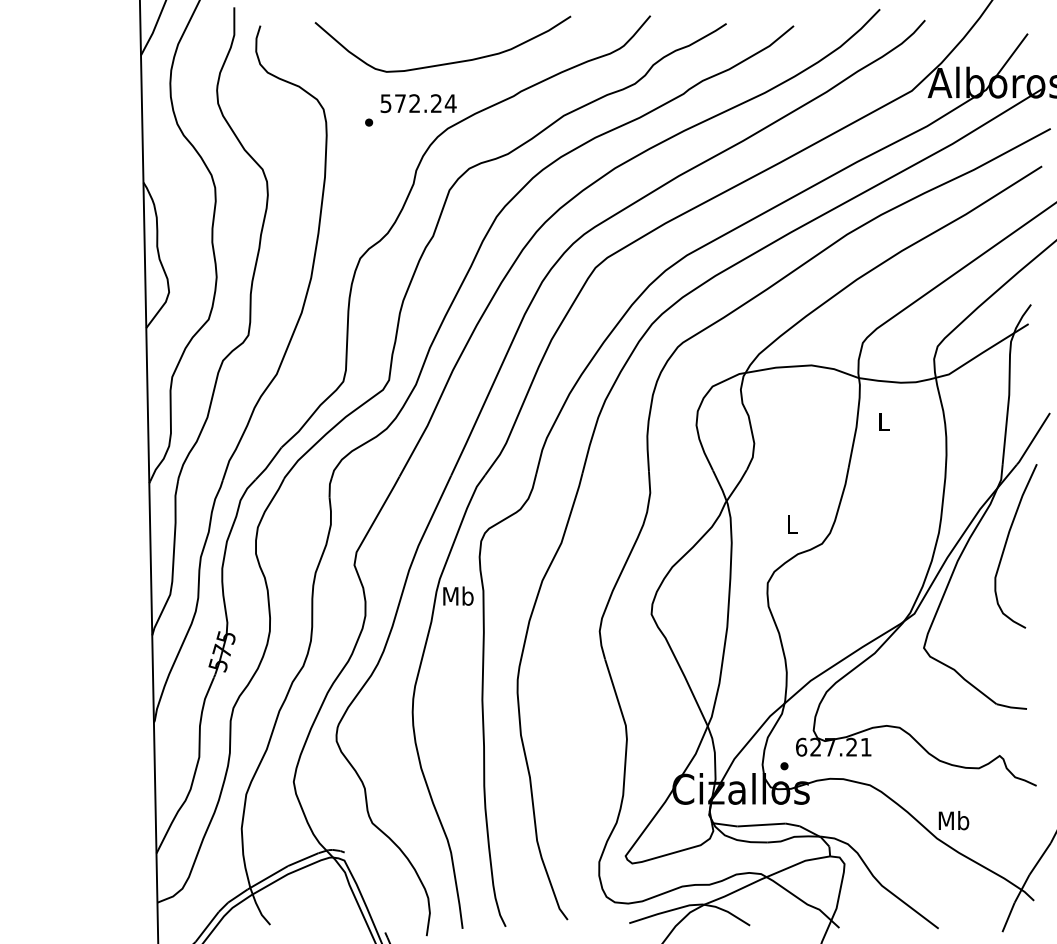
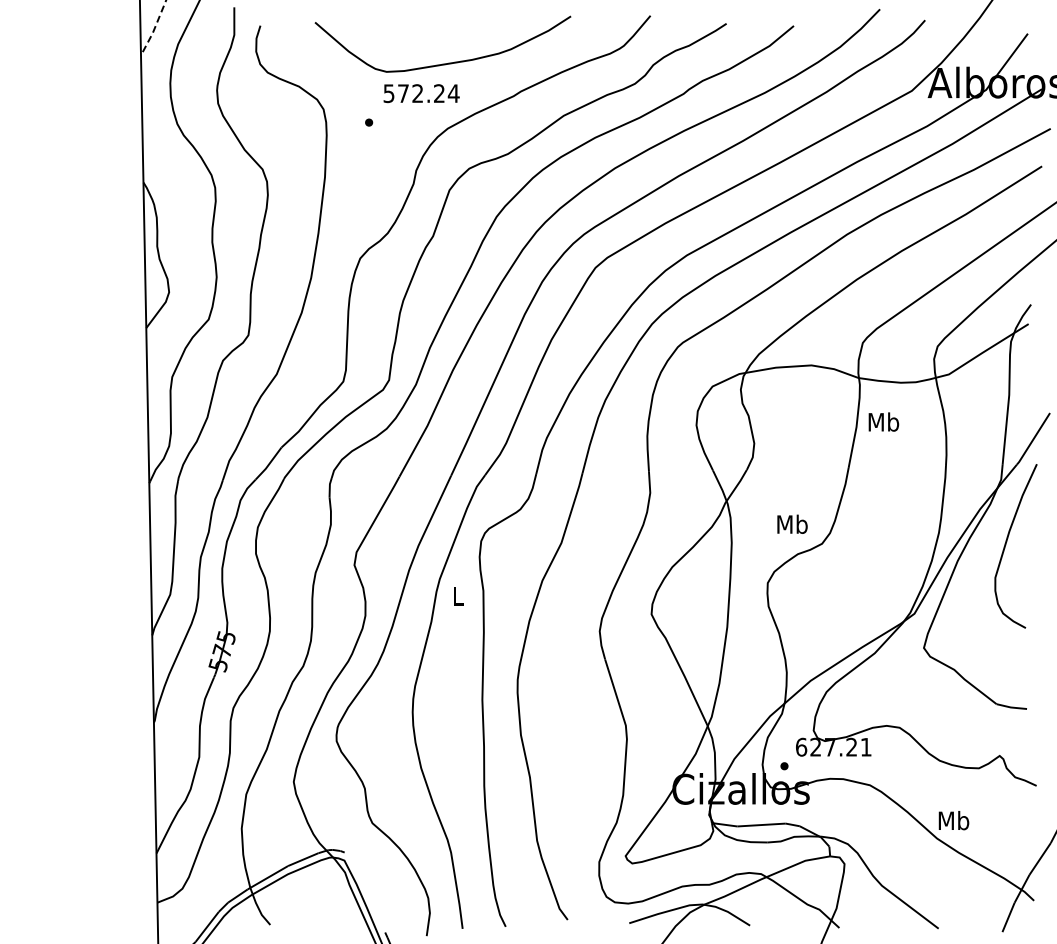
line at (154, 29): solid -> dashed
text at (418, 103) position: (418, 103) -> (421, 93)
text at (883, 421): L -> Mb
text at (792, 523): L -> Mb
text at (458, 595): Mb -> L
